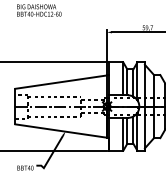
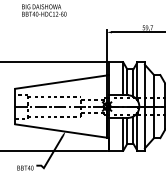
text at (39, 10) position: (39, 10) -> (44, 10)
